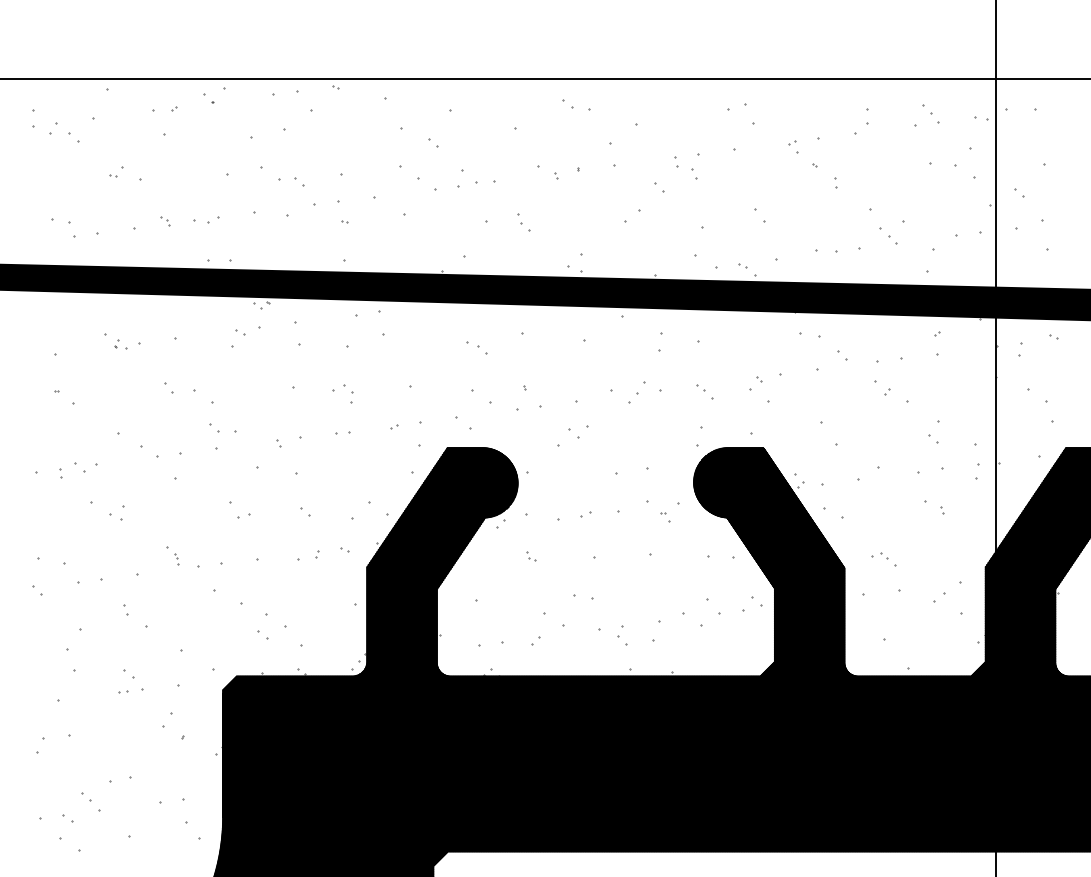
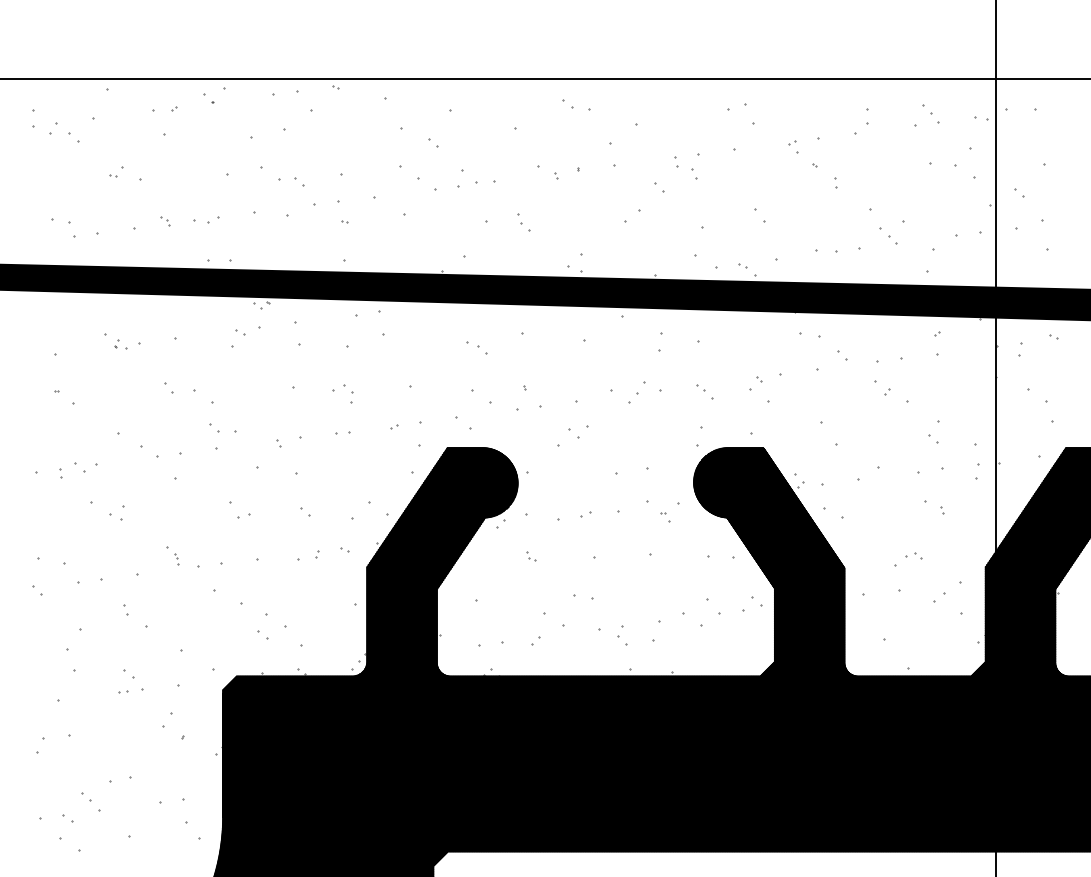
part at (879, 555) position: (879, 555) -> (913, 555)
